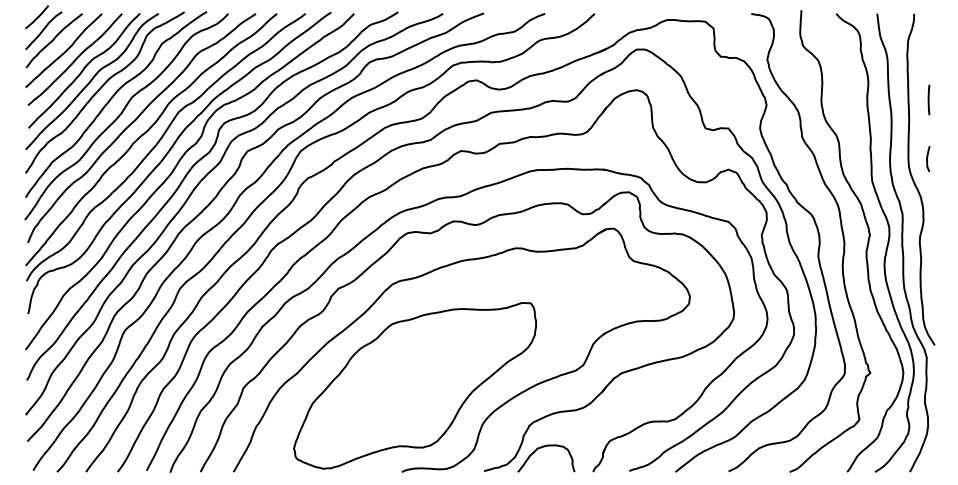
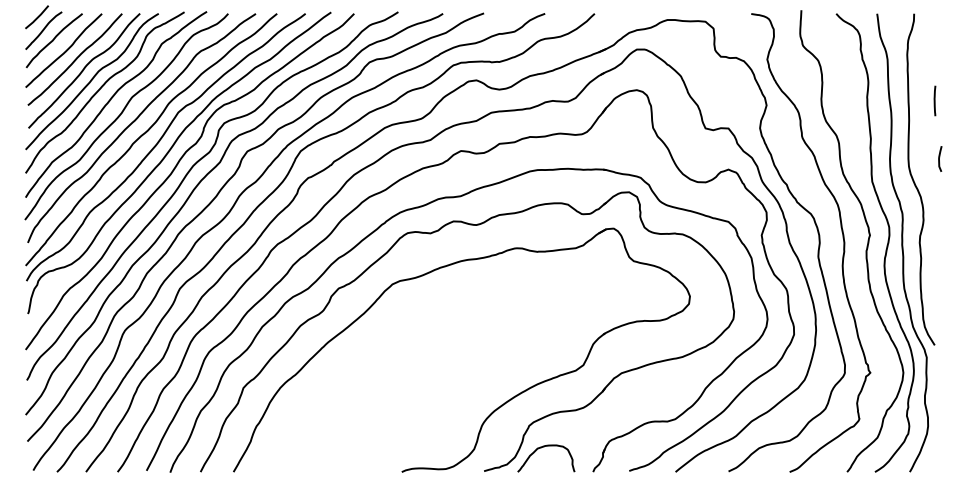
line at (928, 99) position: (928, 99) -> (934, 100)
curve at (928, 157) position: (928, 157) -> (940, 157)
part at (414, 385): present -> none
